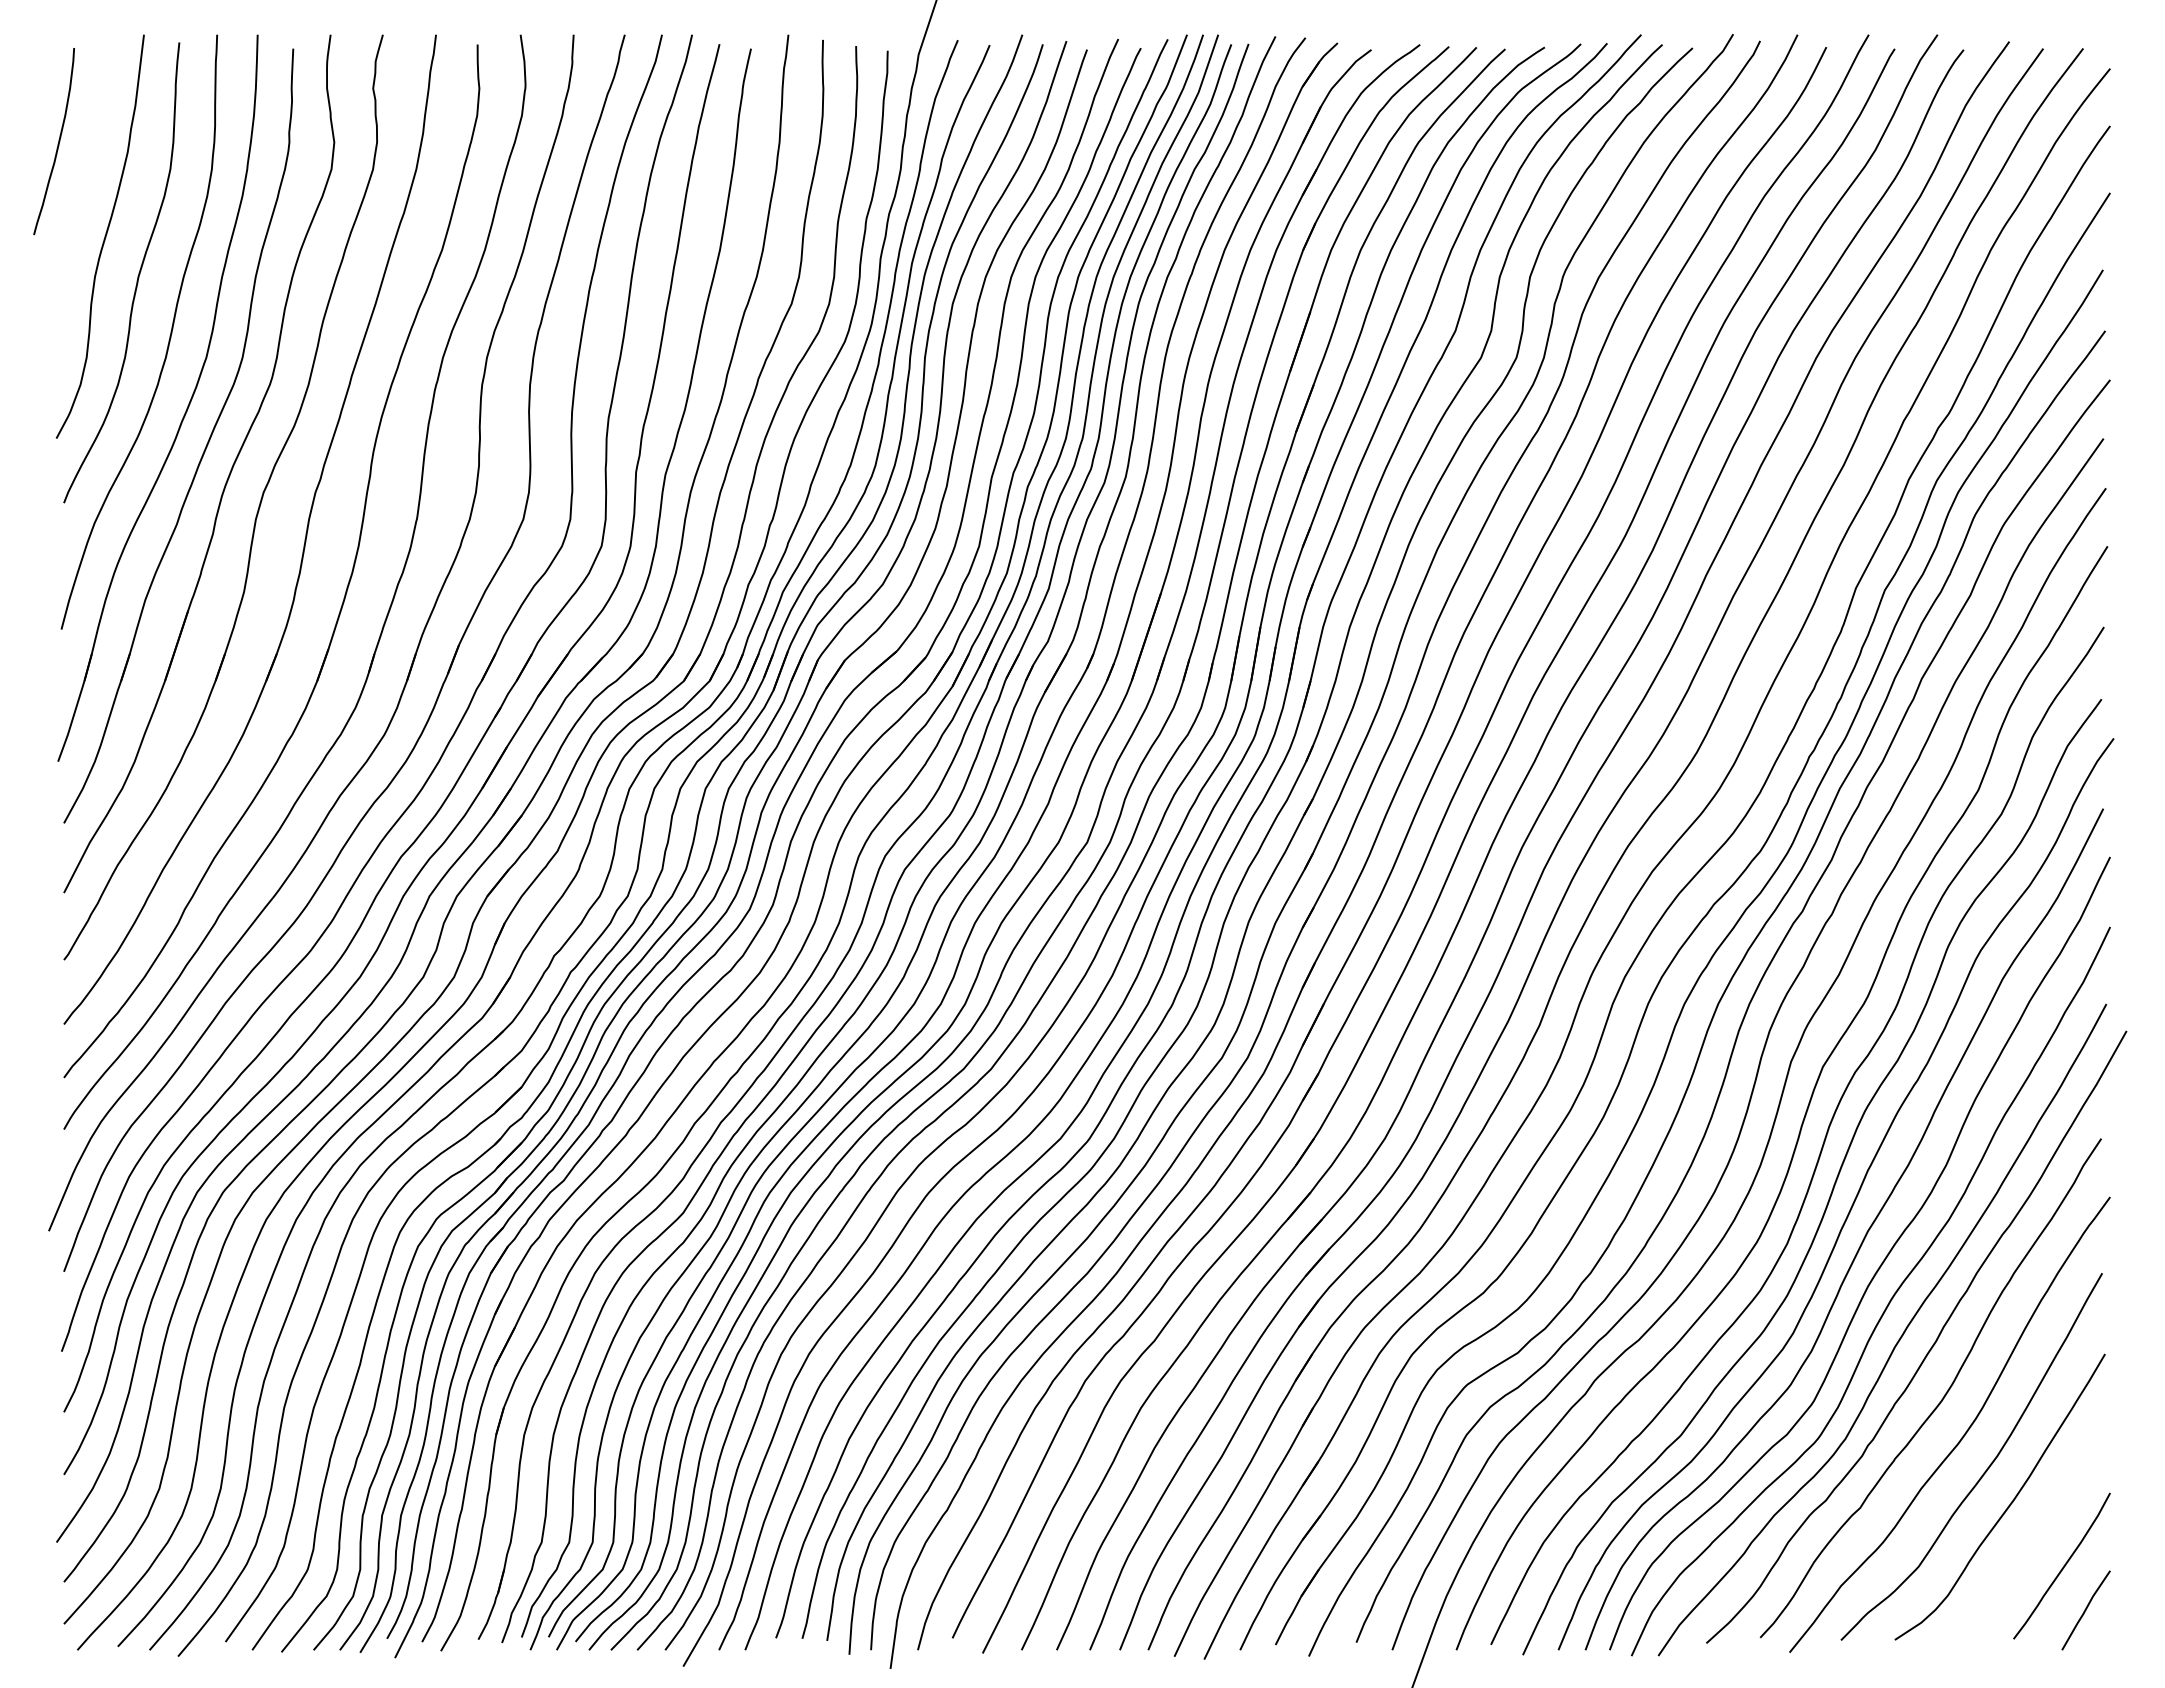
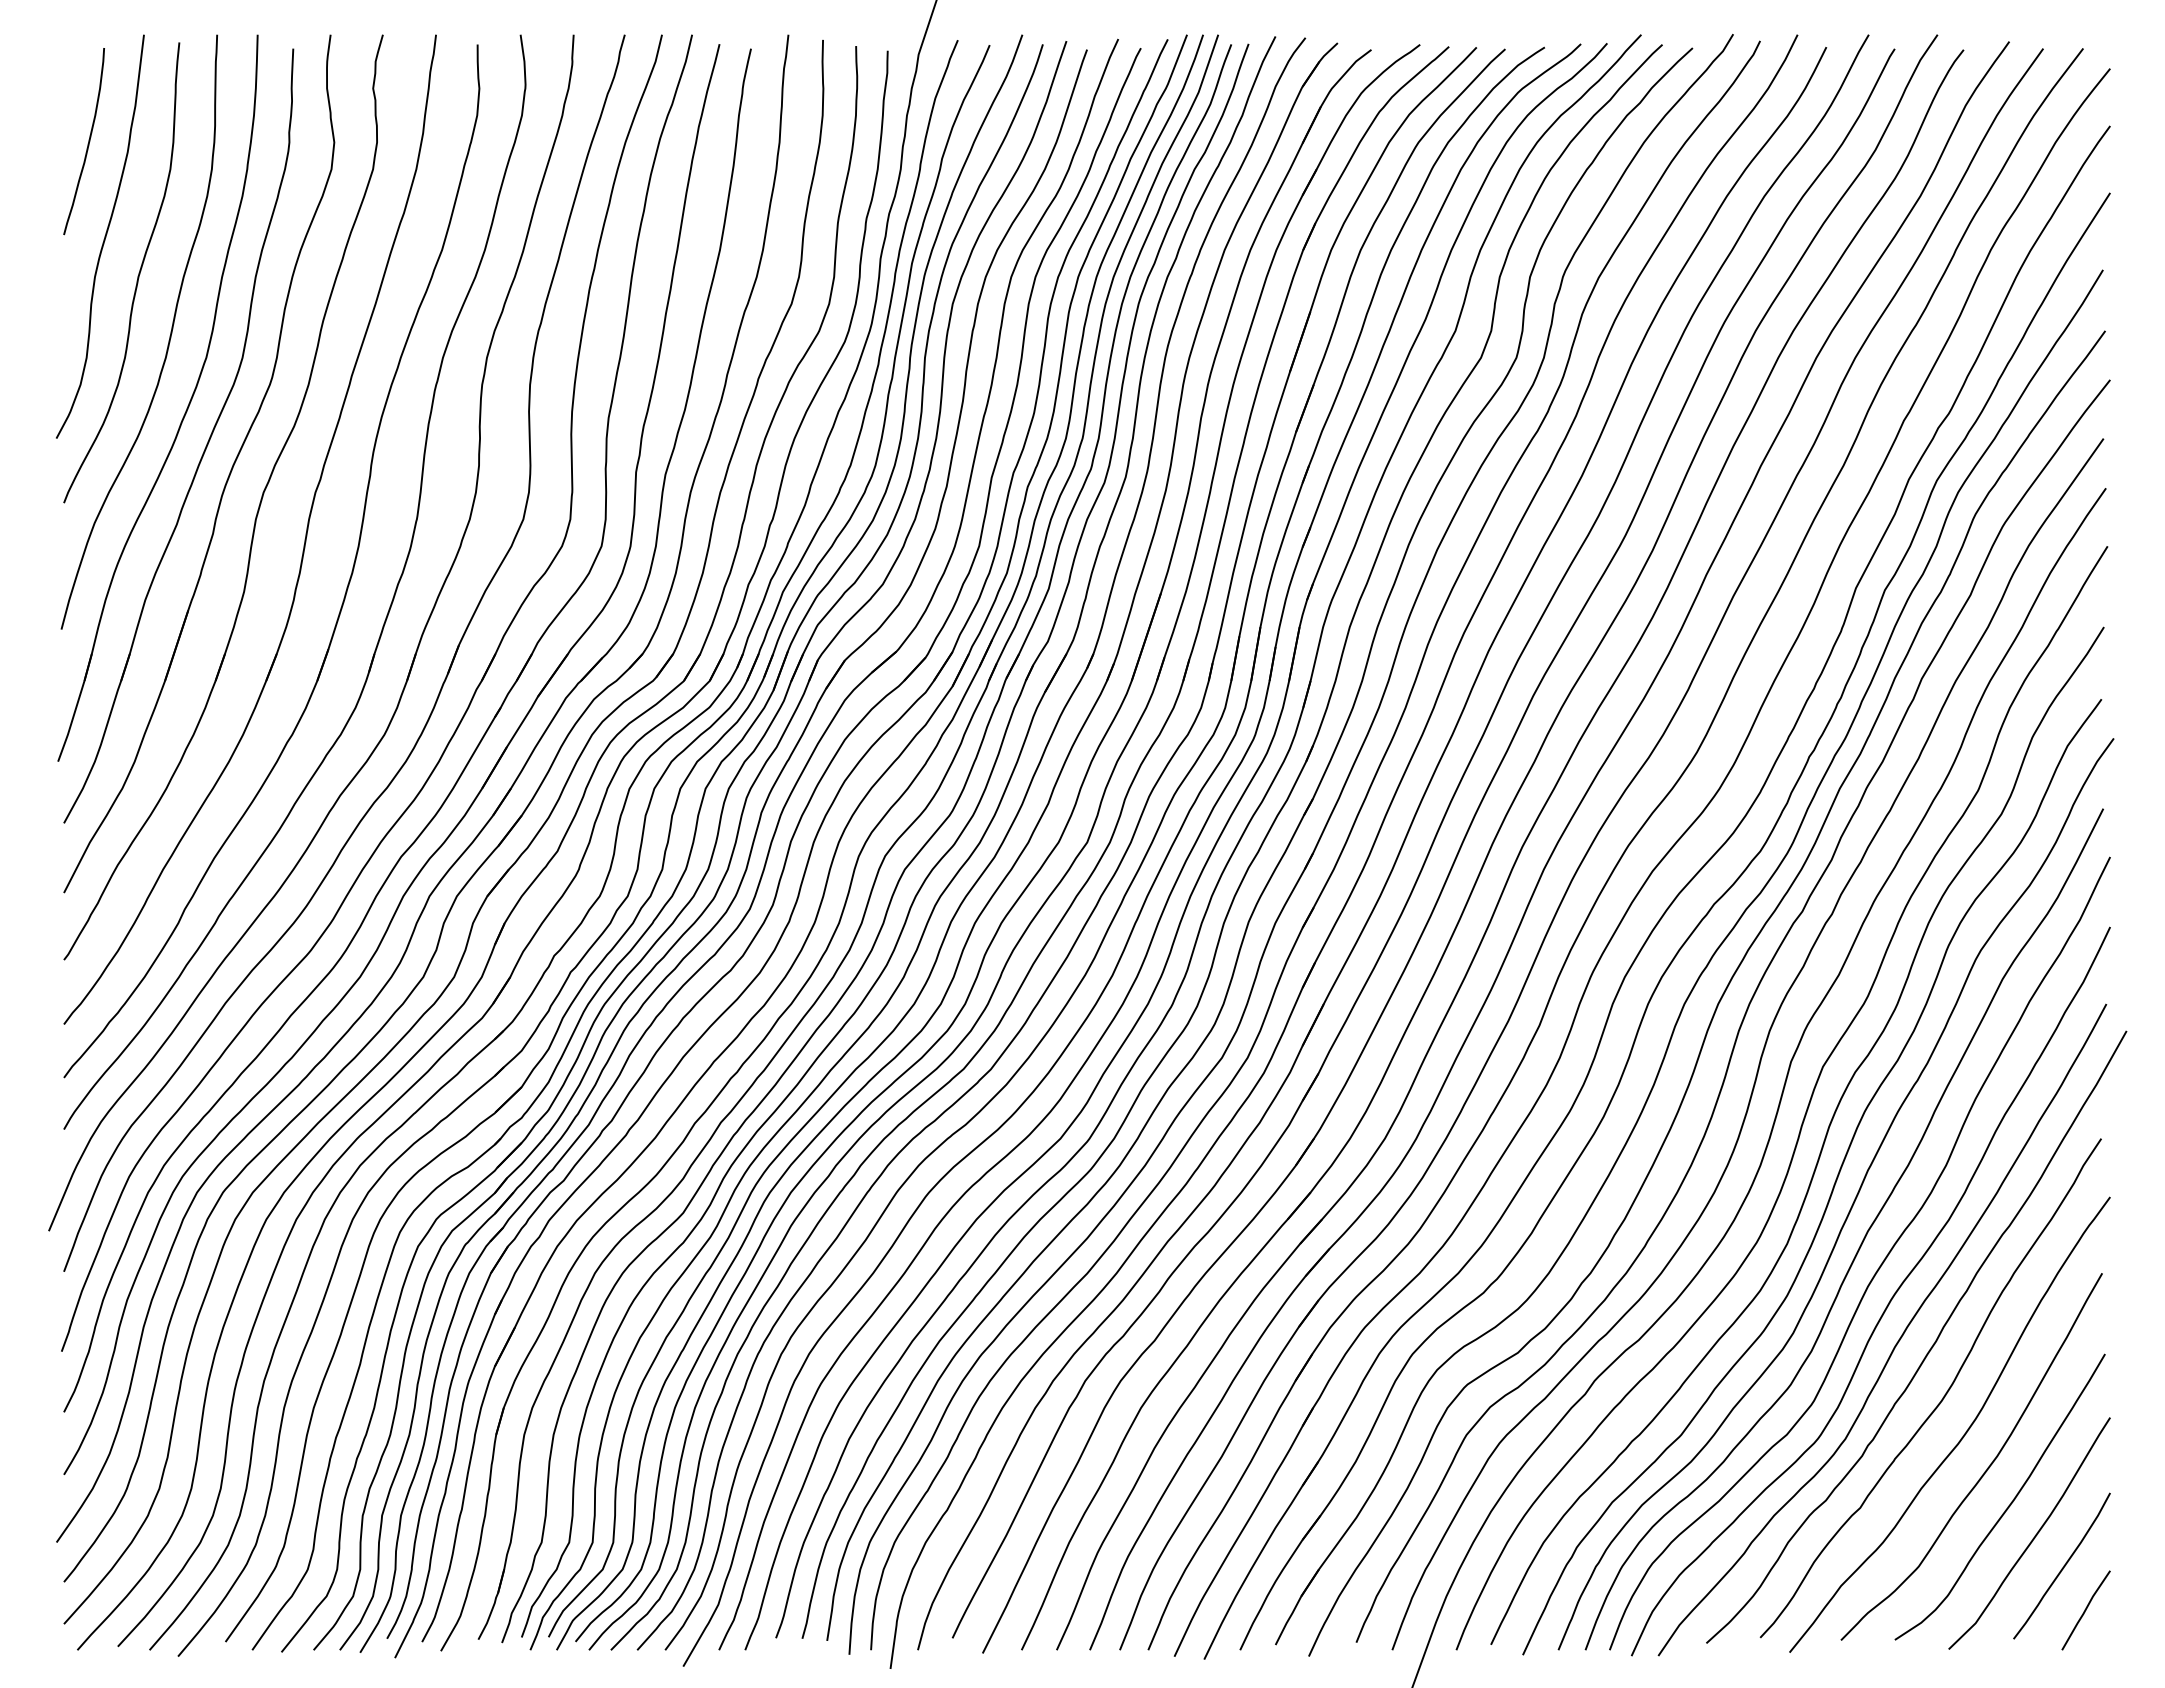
curve at (57, 143) position: (57, 143) -> (87, 143)
curve at (2034, 1535): none -> present
